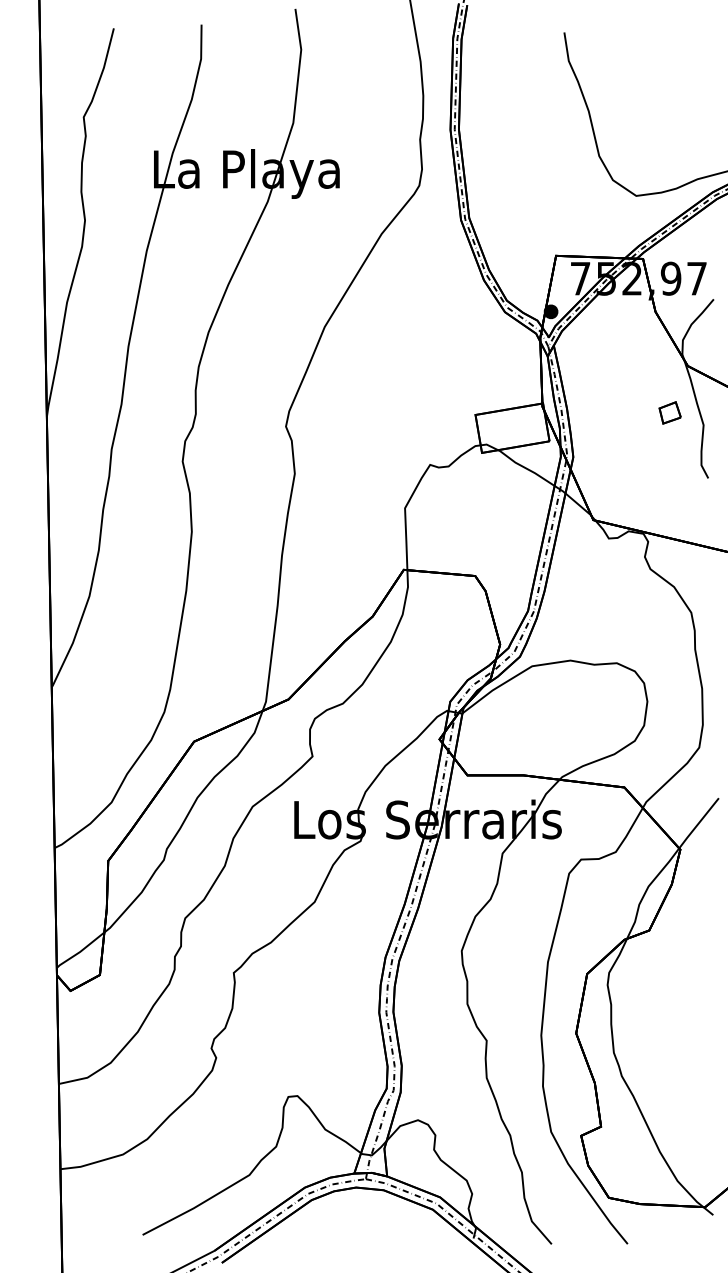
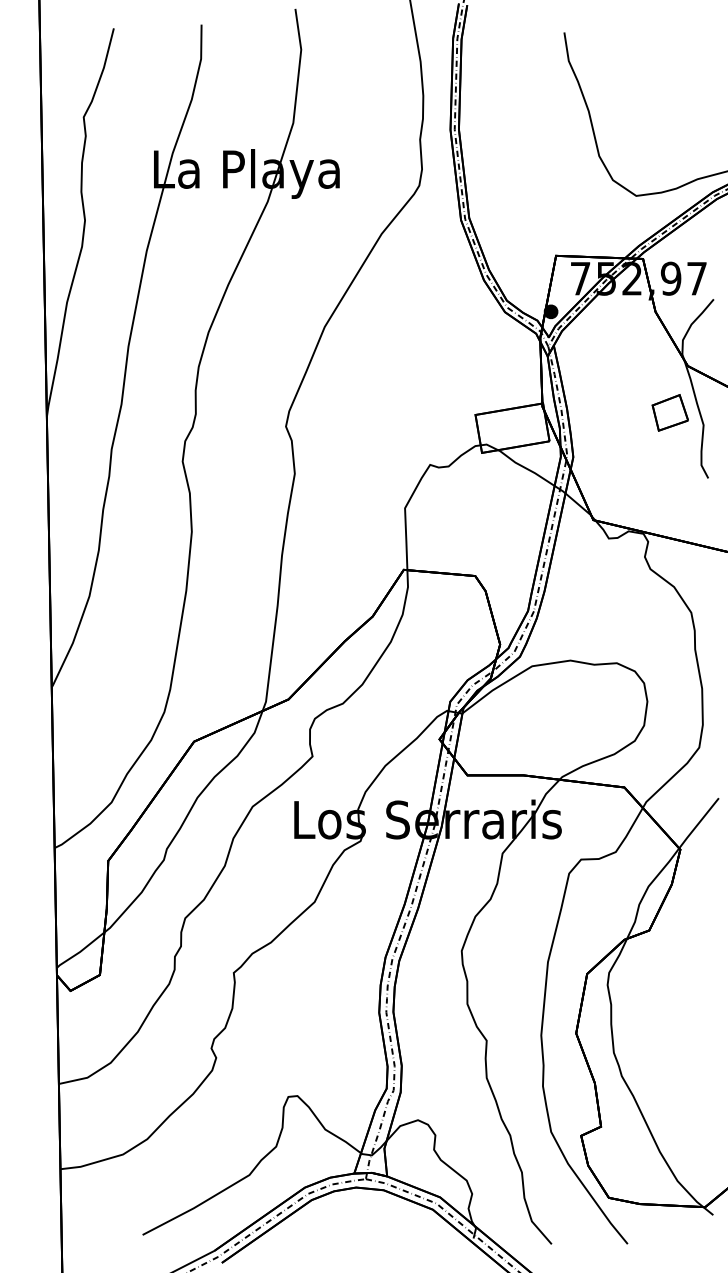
part at (669, 412) size: 24x24 px -> 38x38 px
